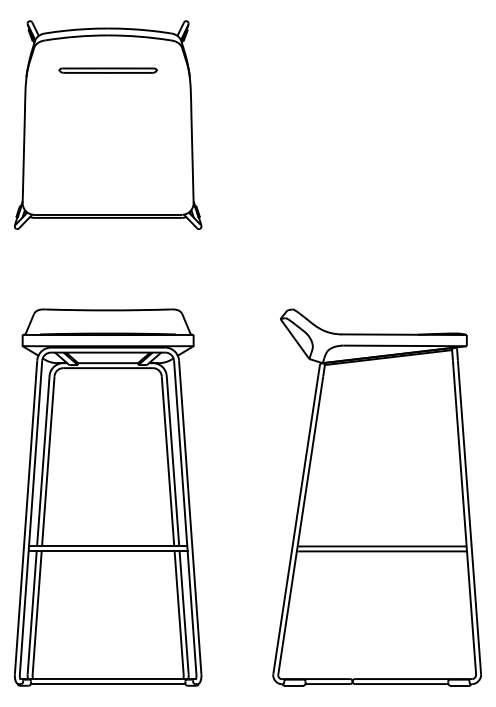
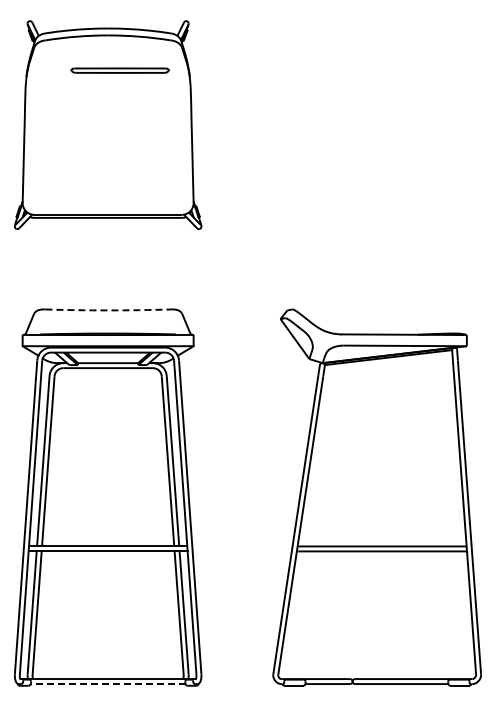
part at (107, 70) position: (107, 70) -> (119, 70)
arc at (108, 310): solid -> dashed
line at (107, 684): solid -> dashed
